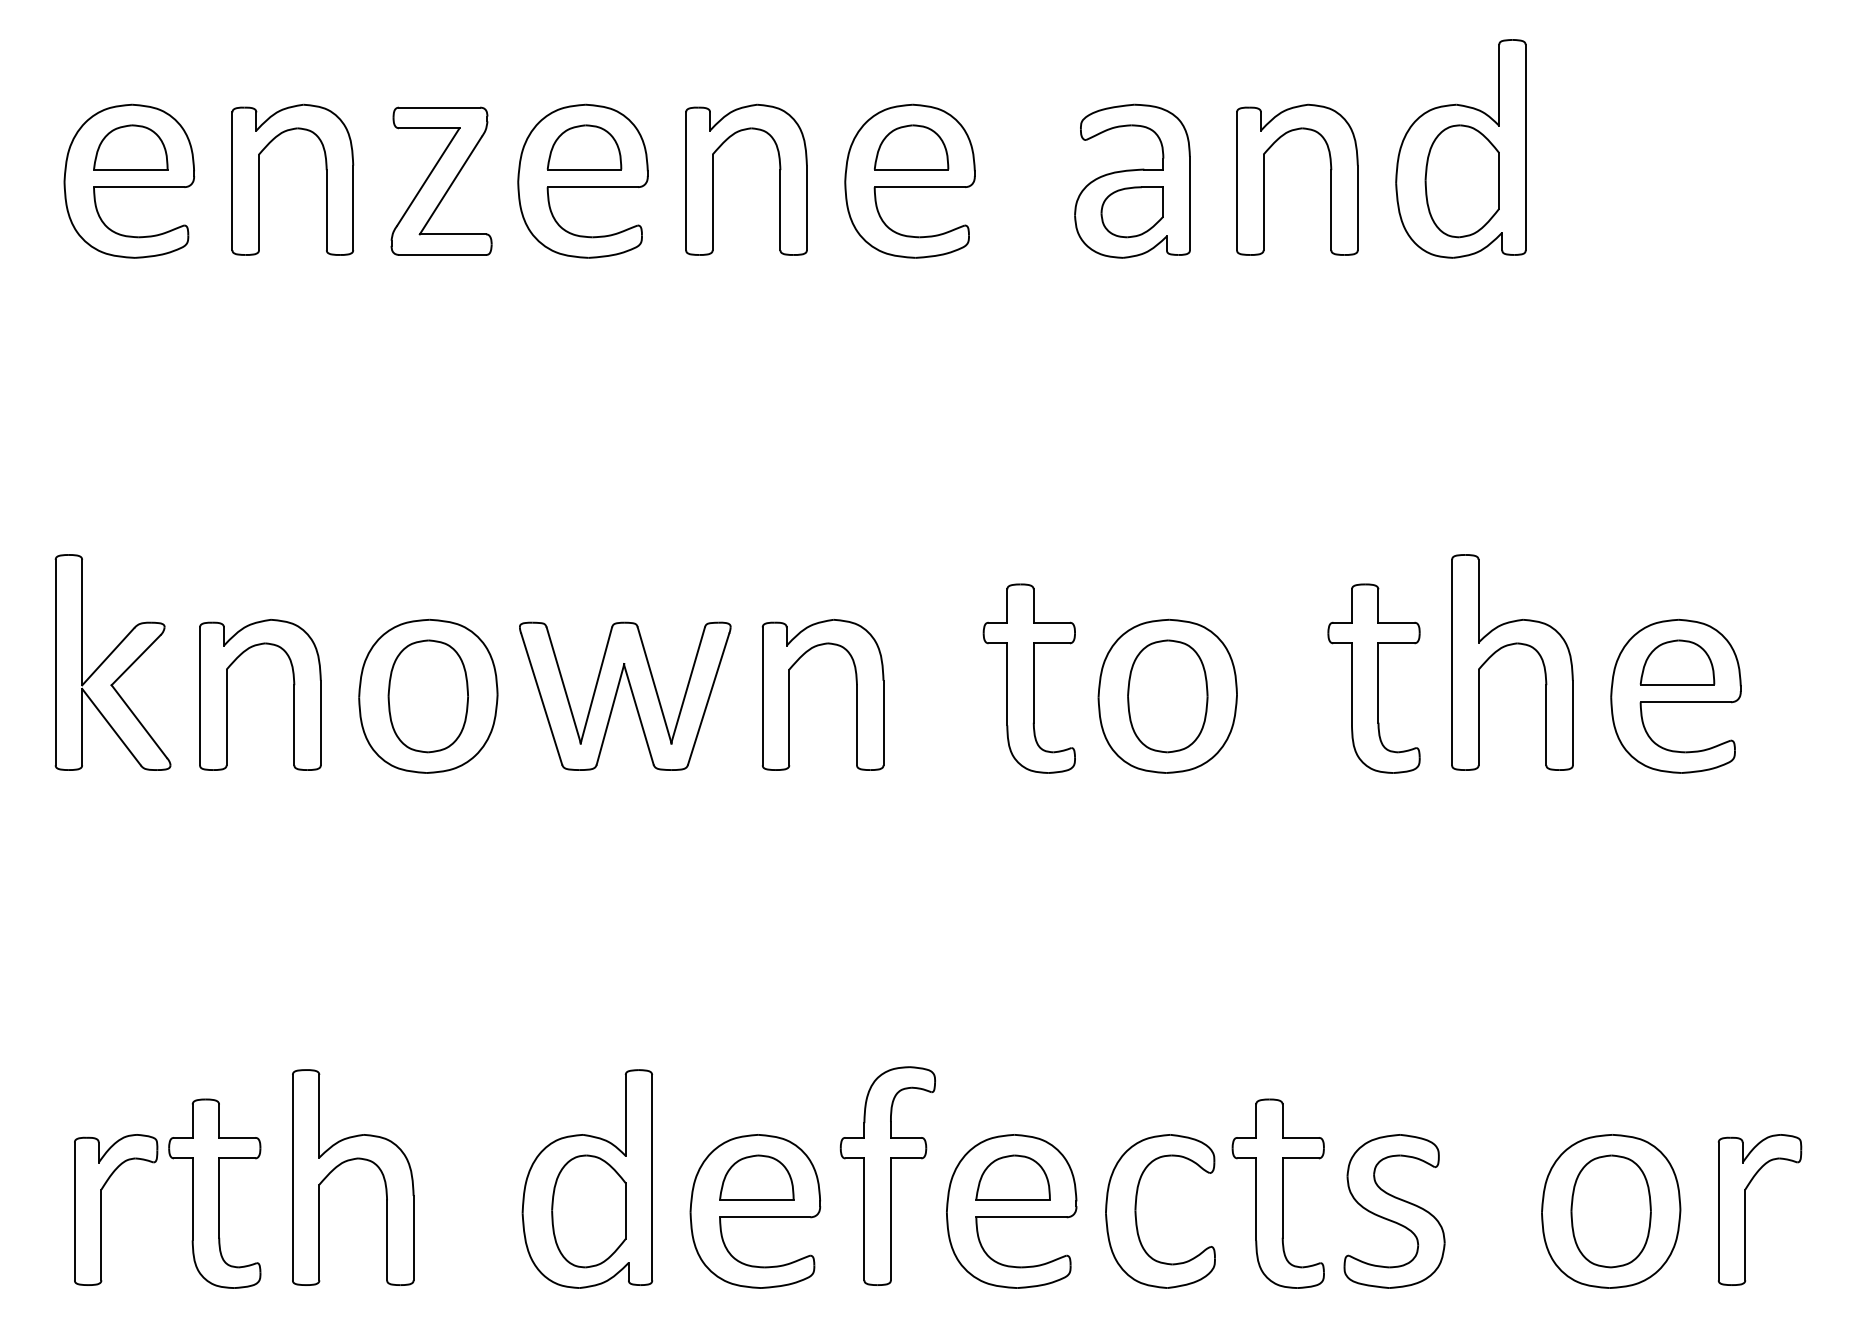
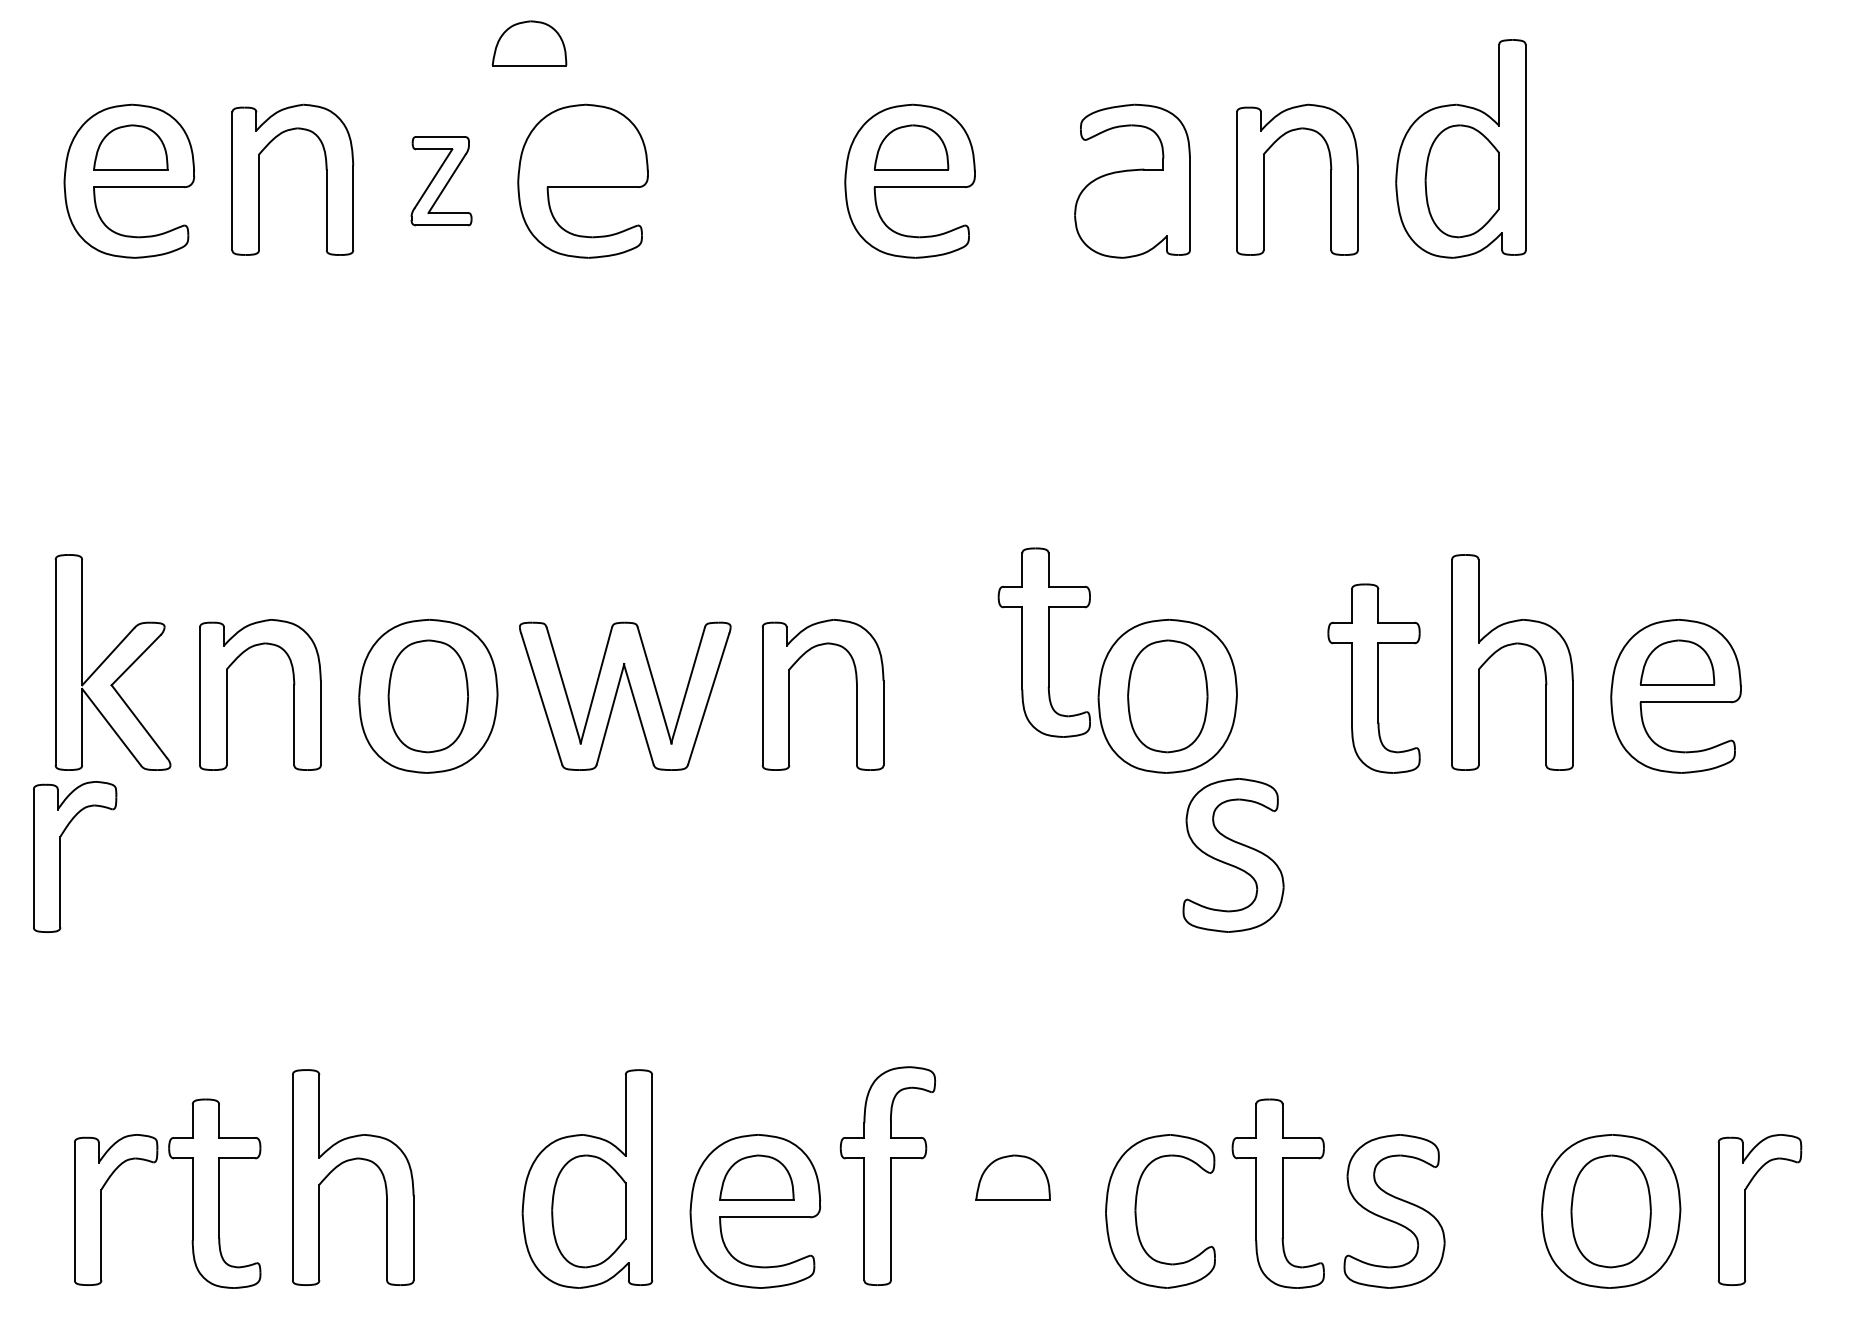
part at (584, 147) position: (584, 147) -> (529, 43)
part at (713, 179): present -> none
part at (441, 180) size: 103x150 px -> 63x91 px
part at (1131, 212): present -> none
part at (1028, 678) position: (1028, 678) -> (1043, 642)
part at (1233, 855): none -> present
part at (60, 856): none -> present
part at (1011, 1211): present -> none
